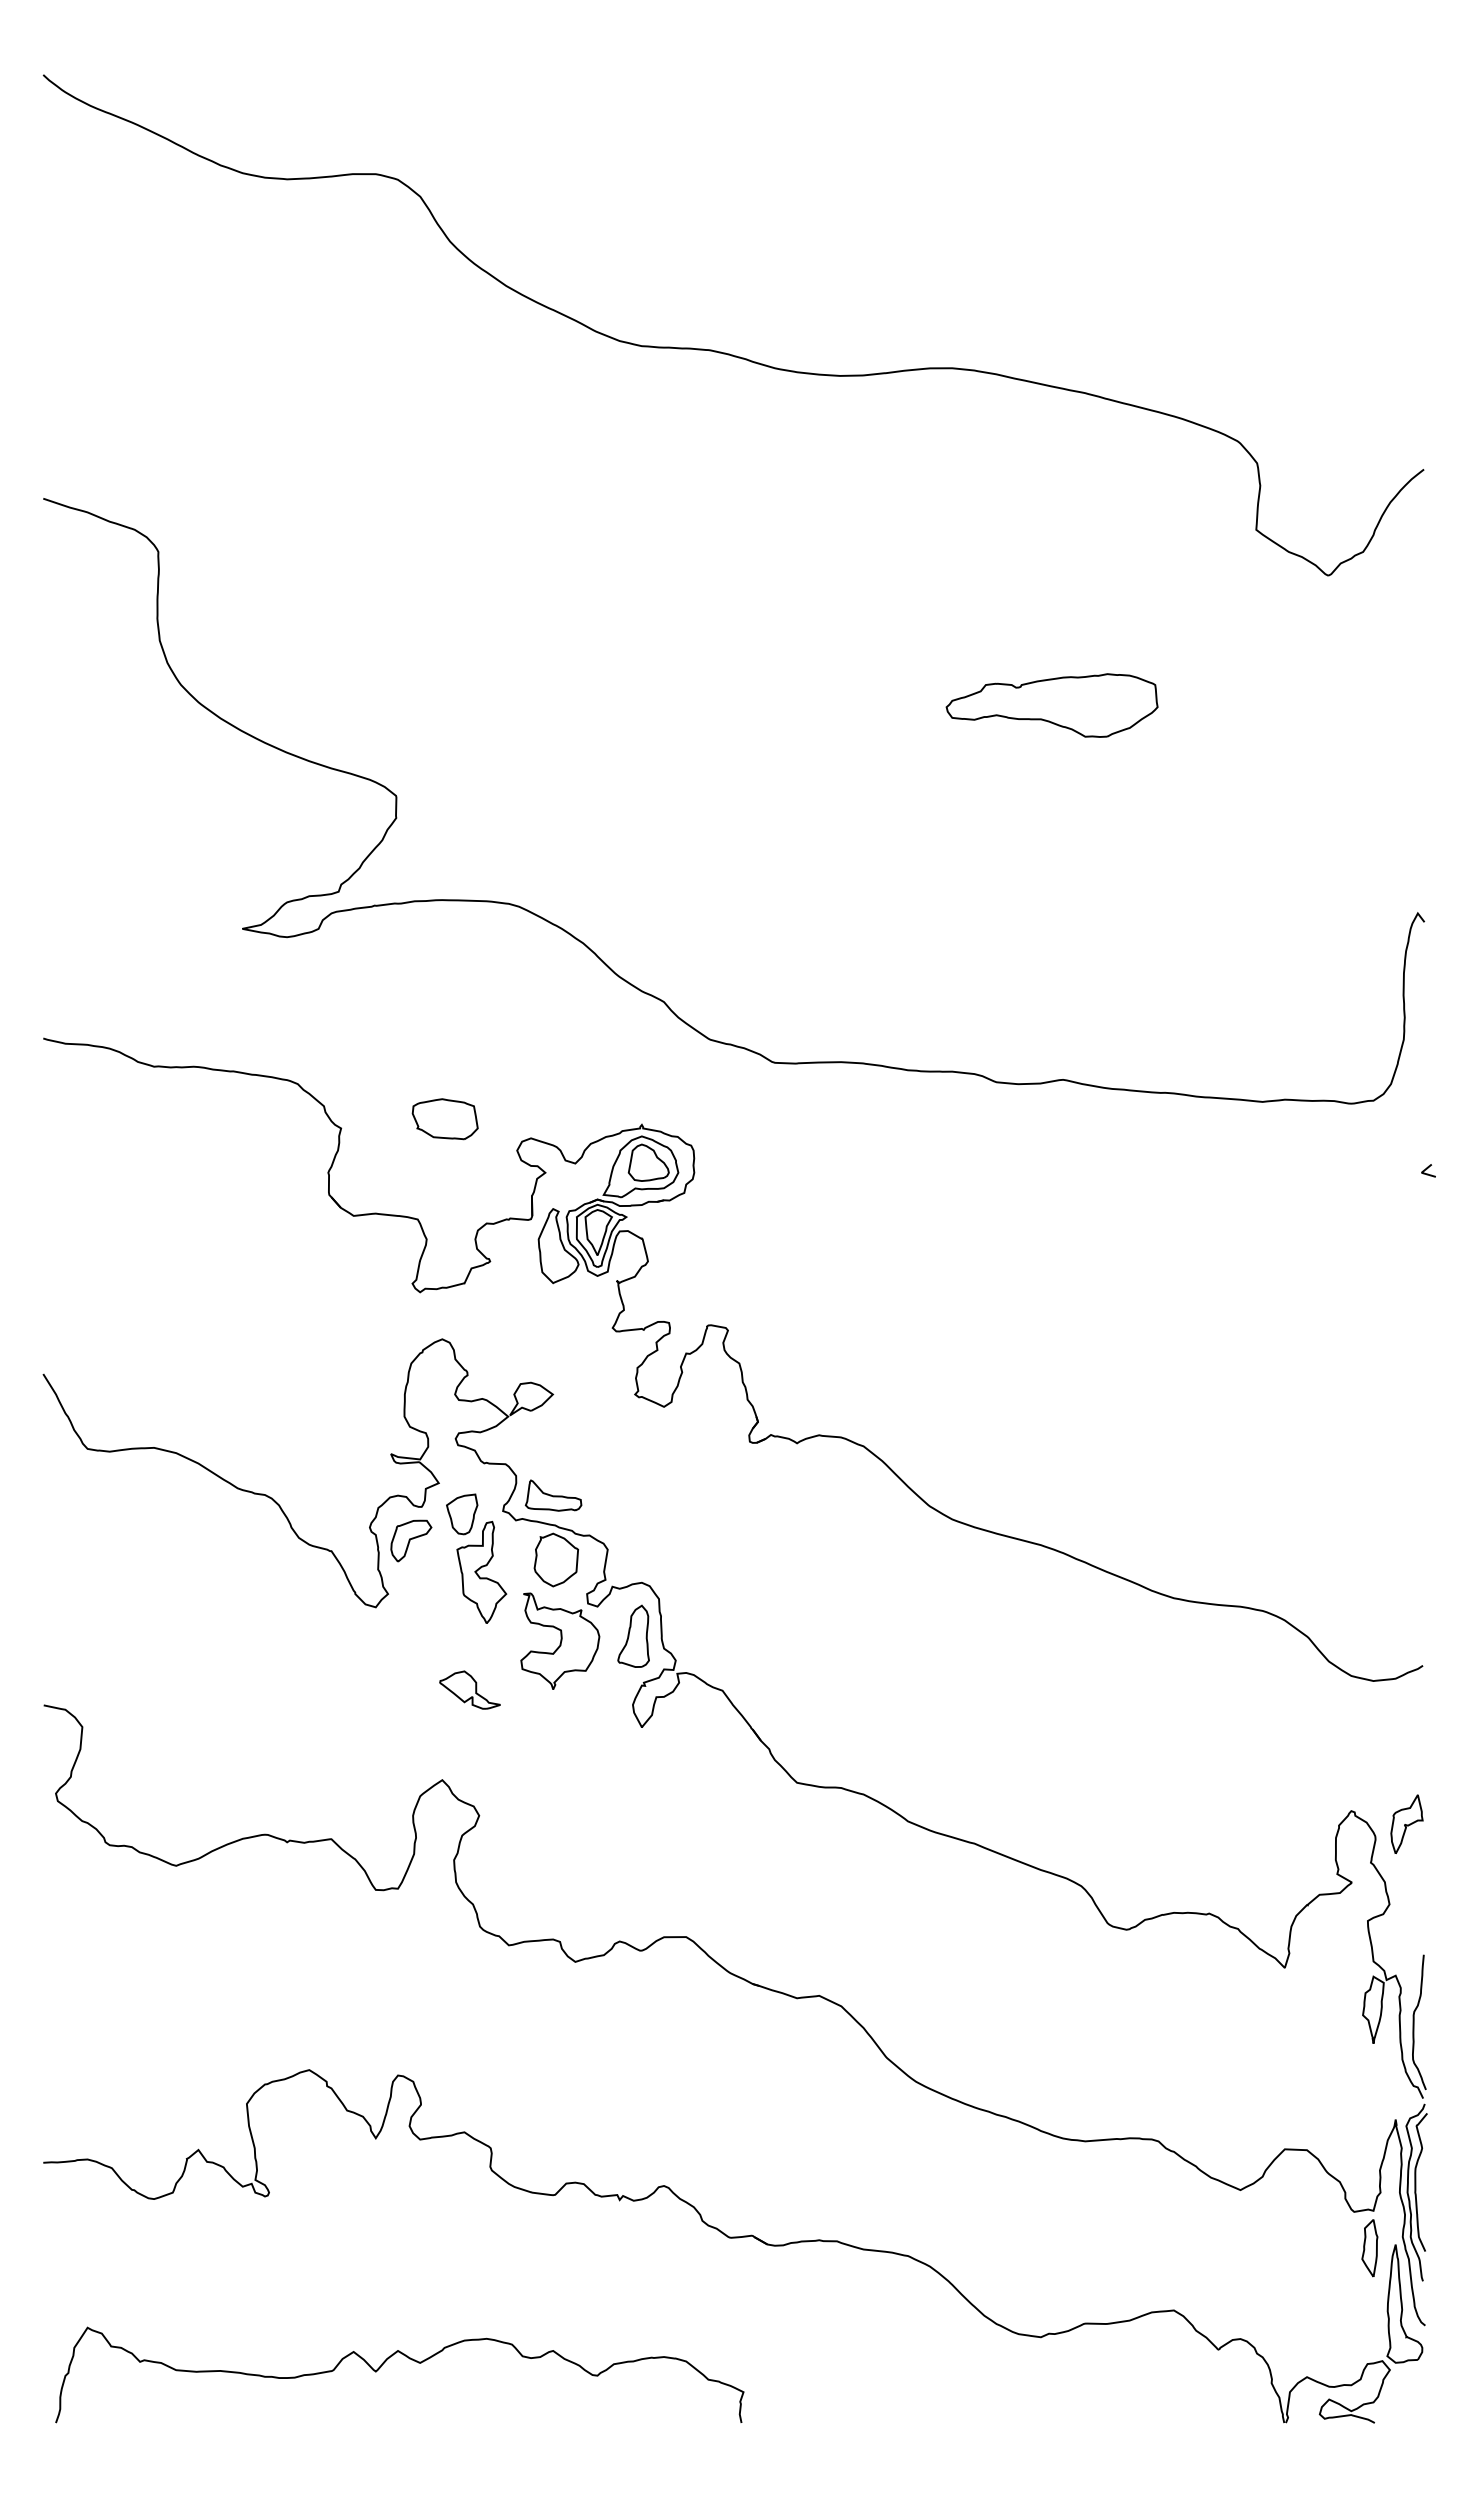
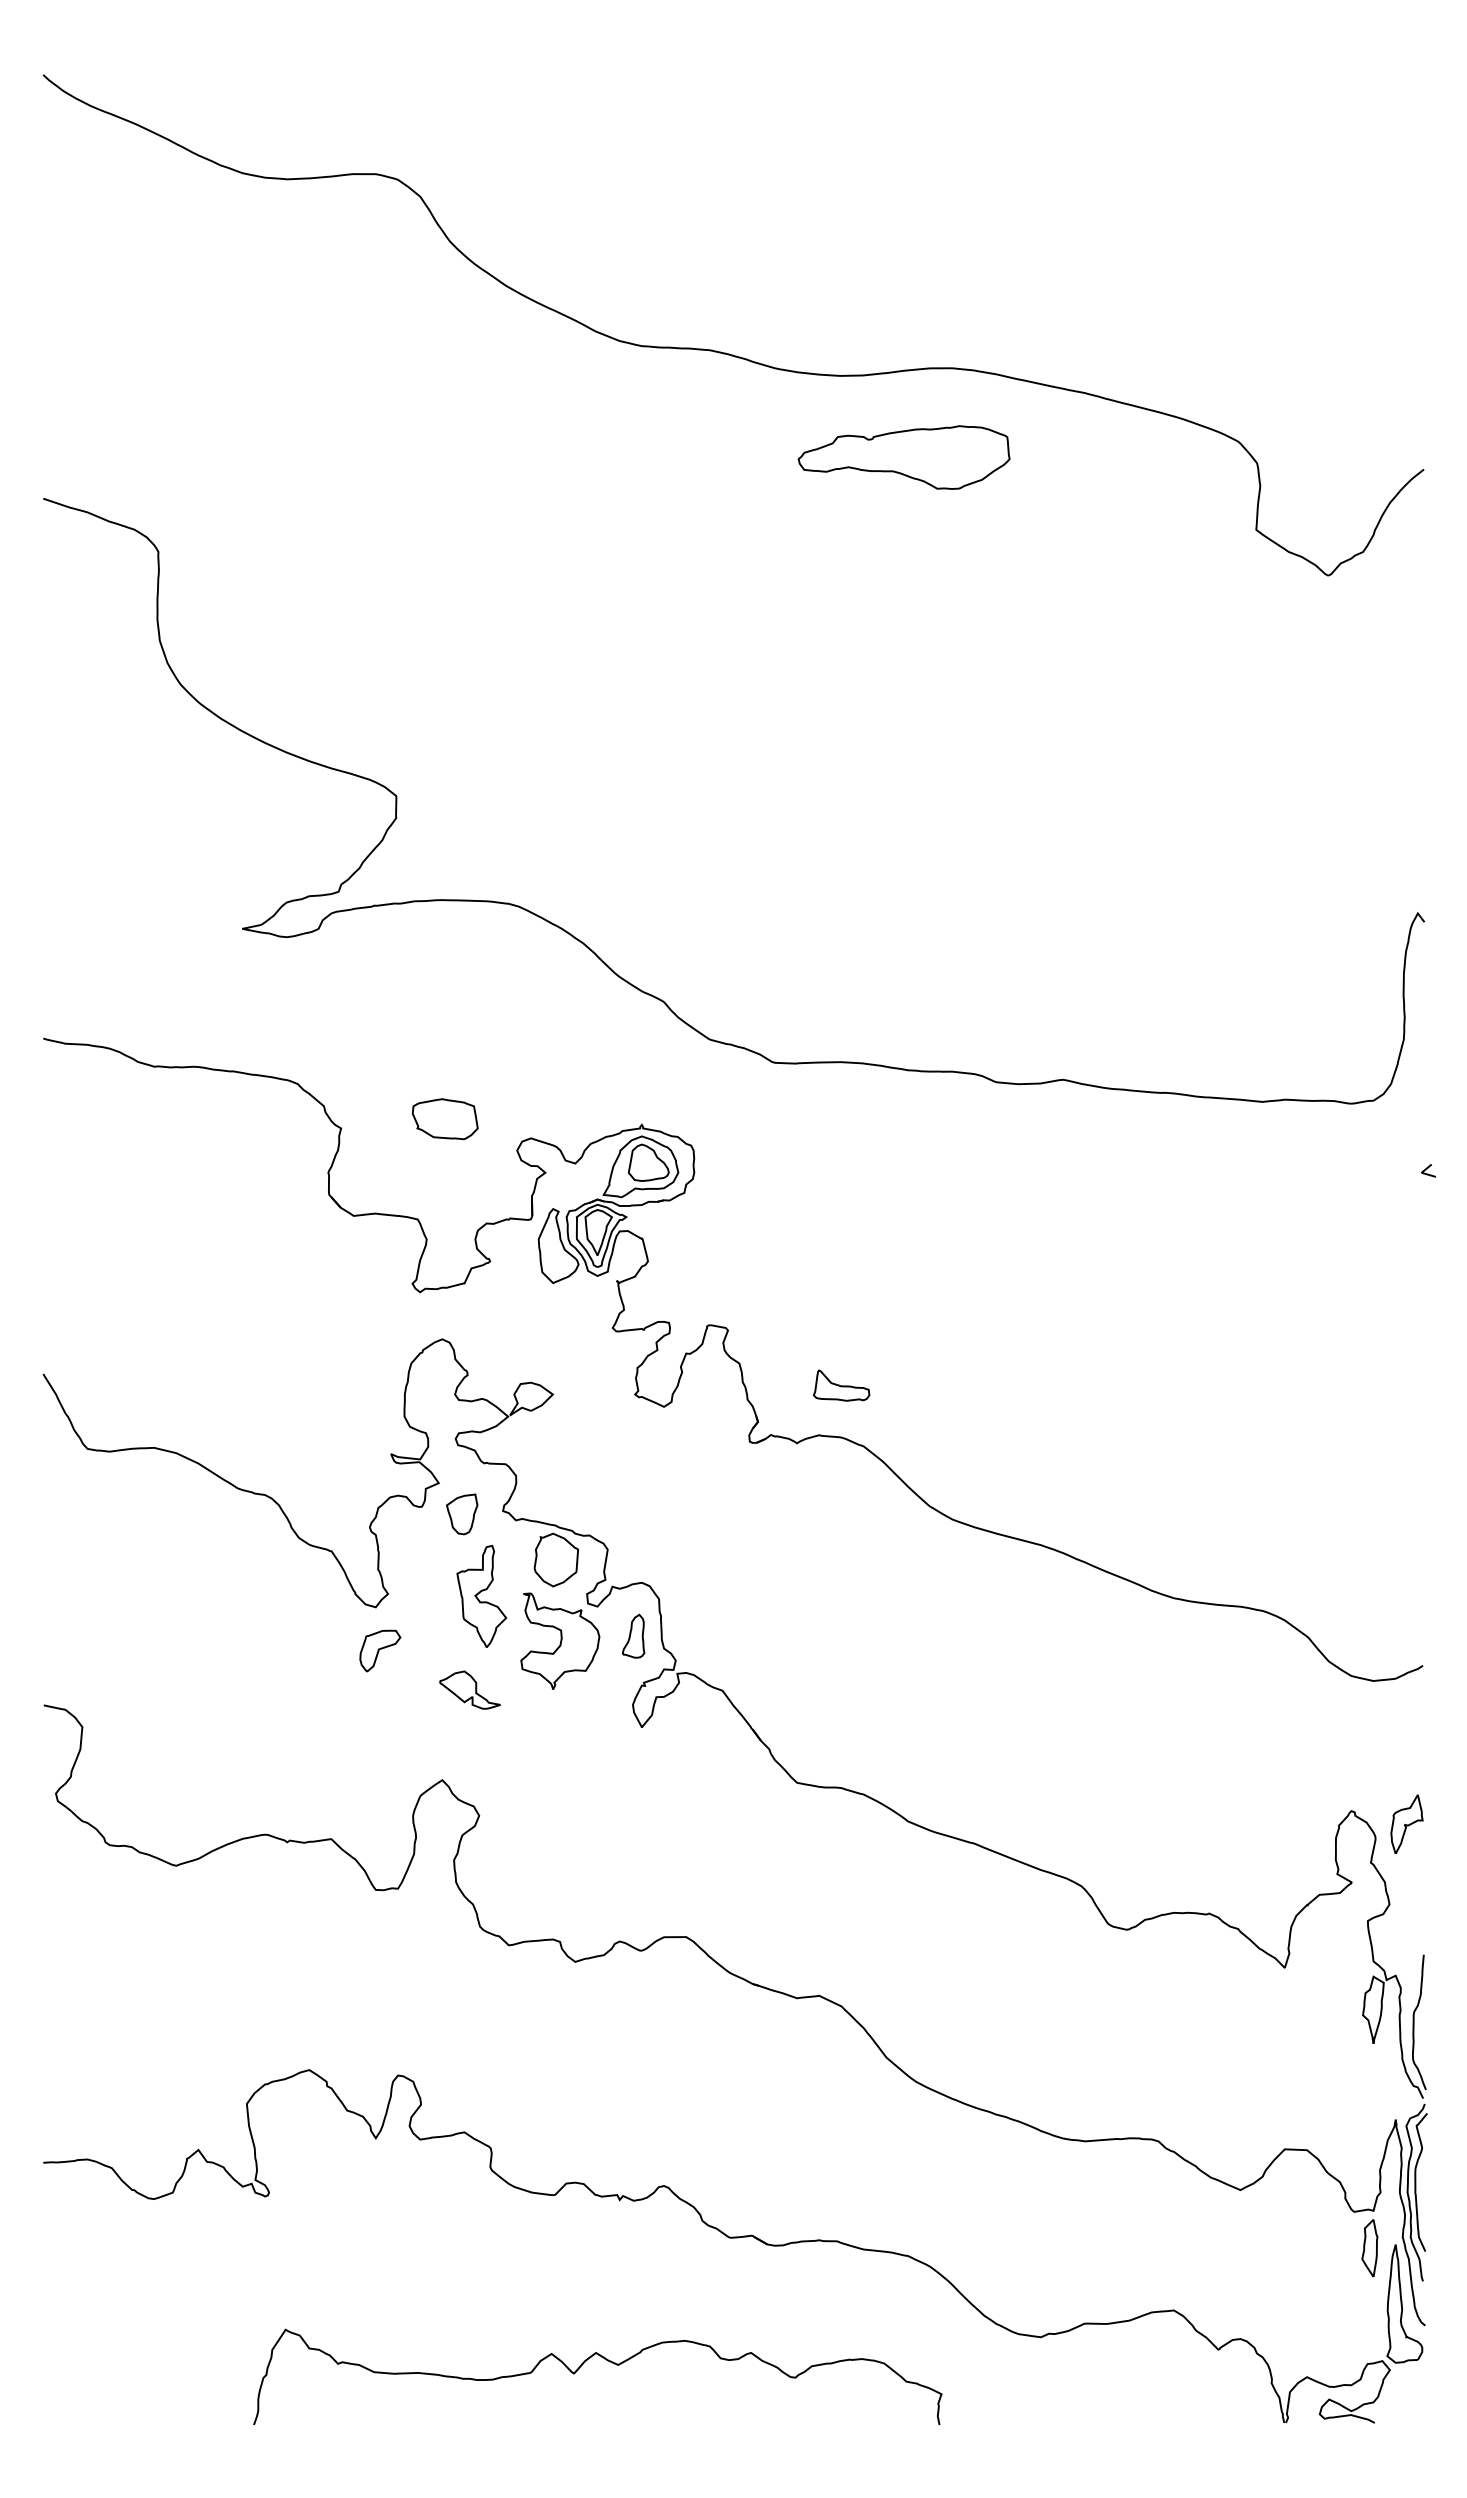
part at (1051, 705) position: (1051, 705) -> (903, 457)
part at (553, 1495) position: (553, 1495) -> (841, 1385)
part at (411, 1540) position: (411, 1540) -> (380, 1650)
part at (481, 1571) position: (481, 1571) -> (481, 1595)
part at (633, 1635) size: 33x64 px -> 24x46 px
curve at (409, 2359) position: (409, 2359) -> (607, 2361)
